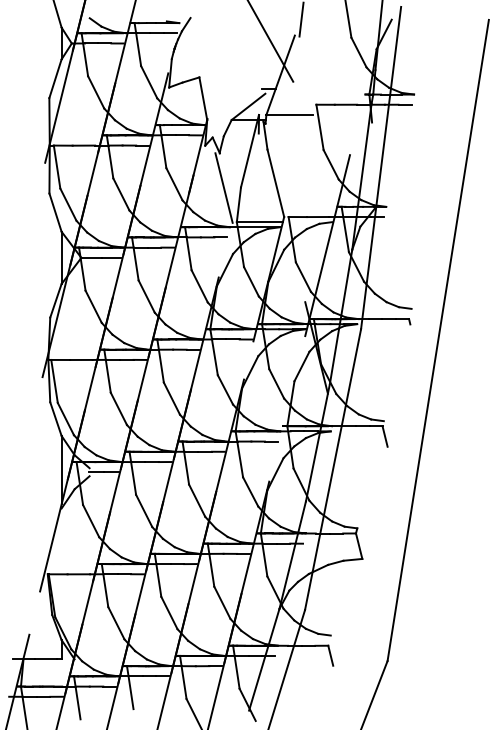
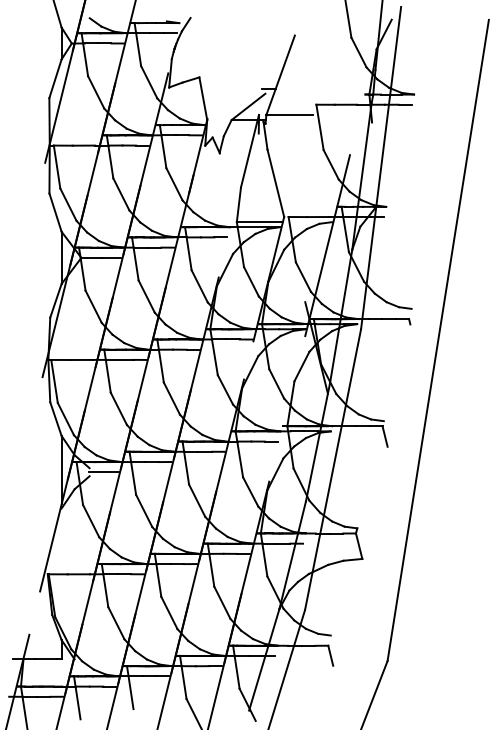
line at (301, 19): present -> none
line at (271, 41): present -> none
line at (223, 187): present -> none
